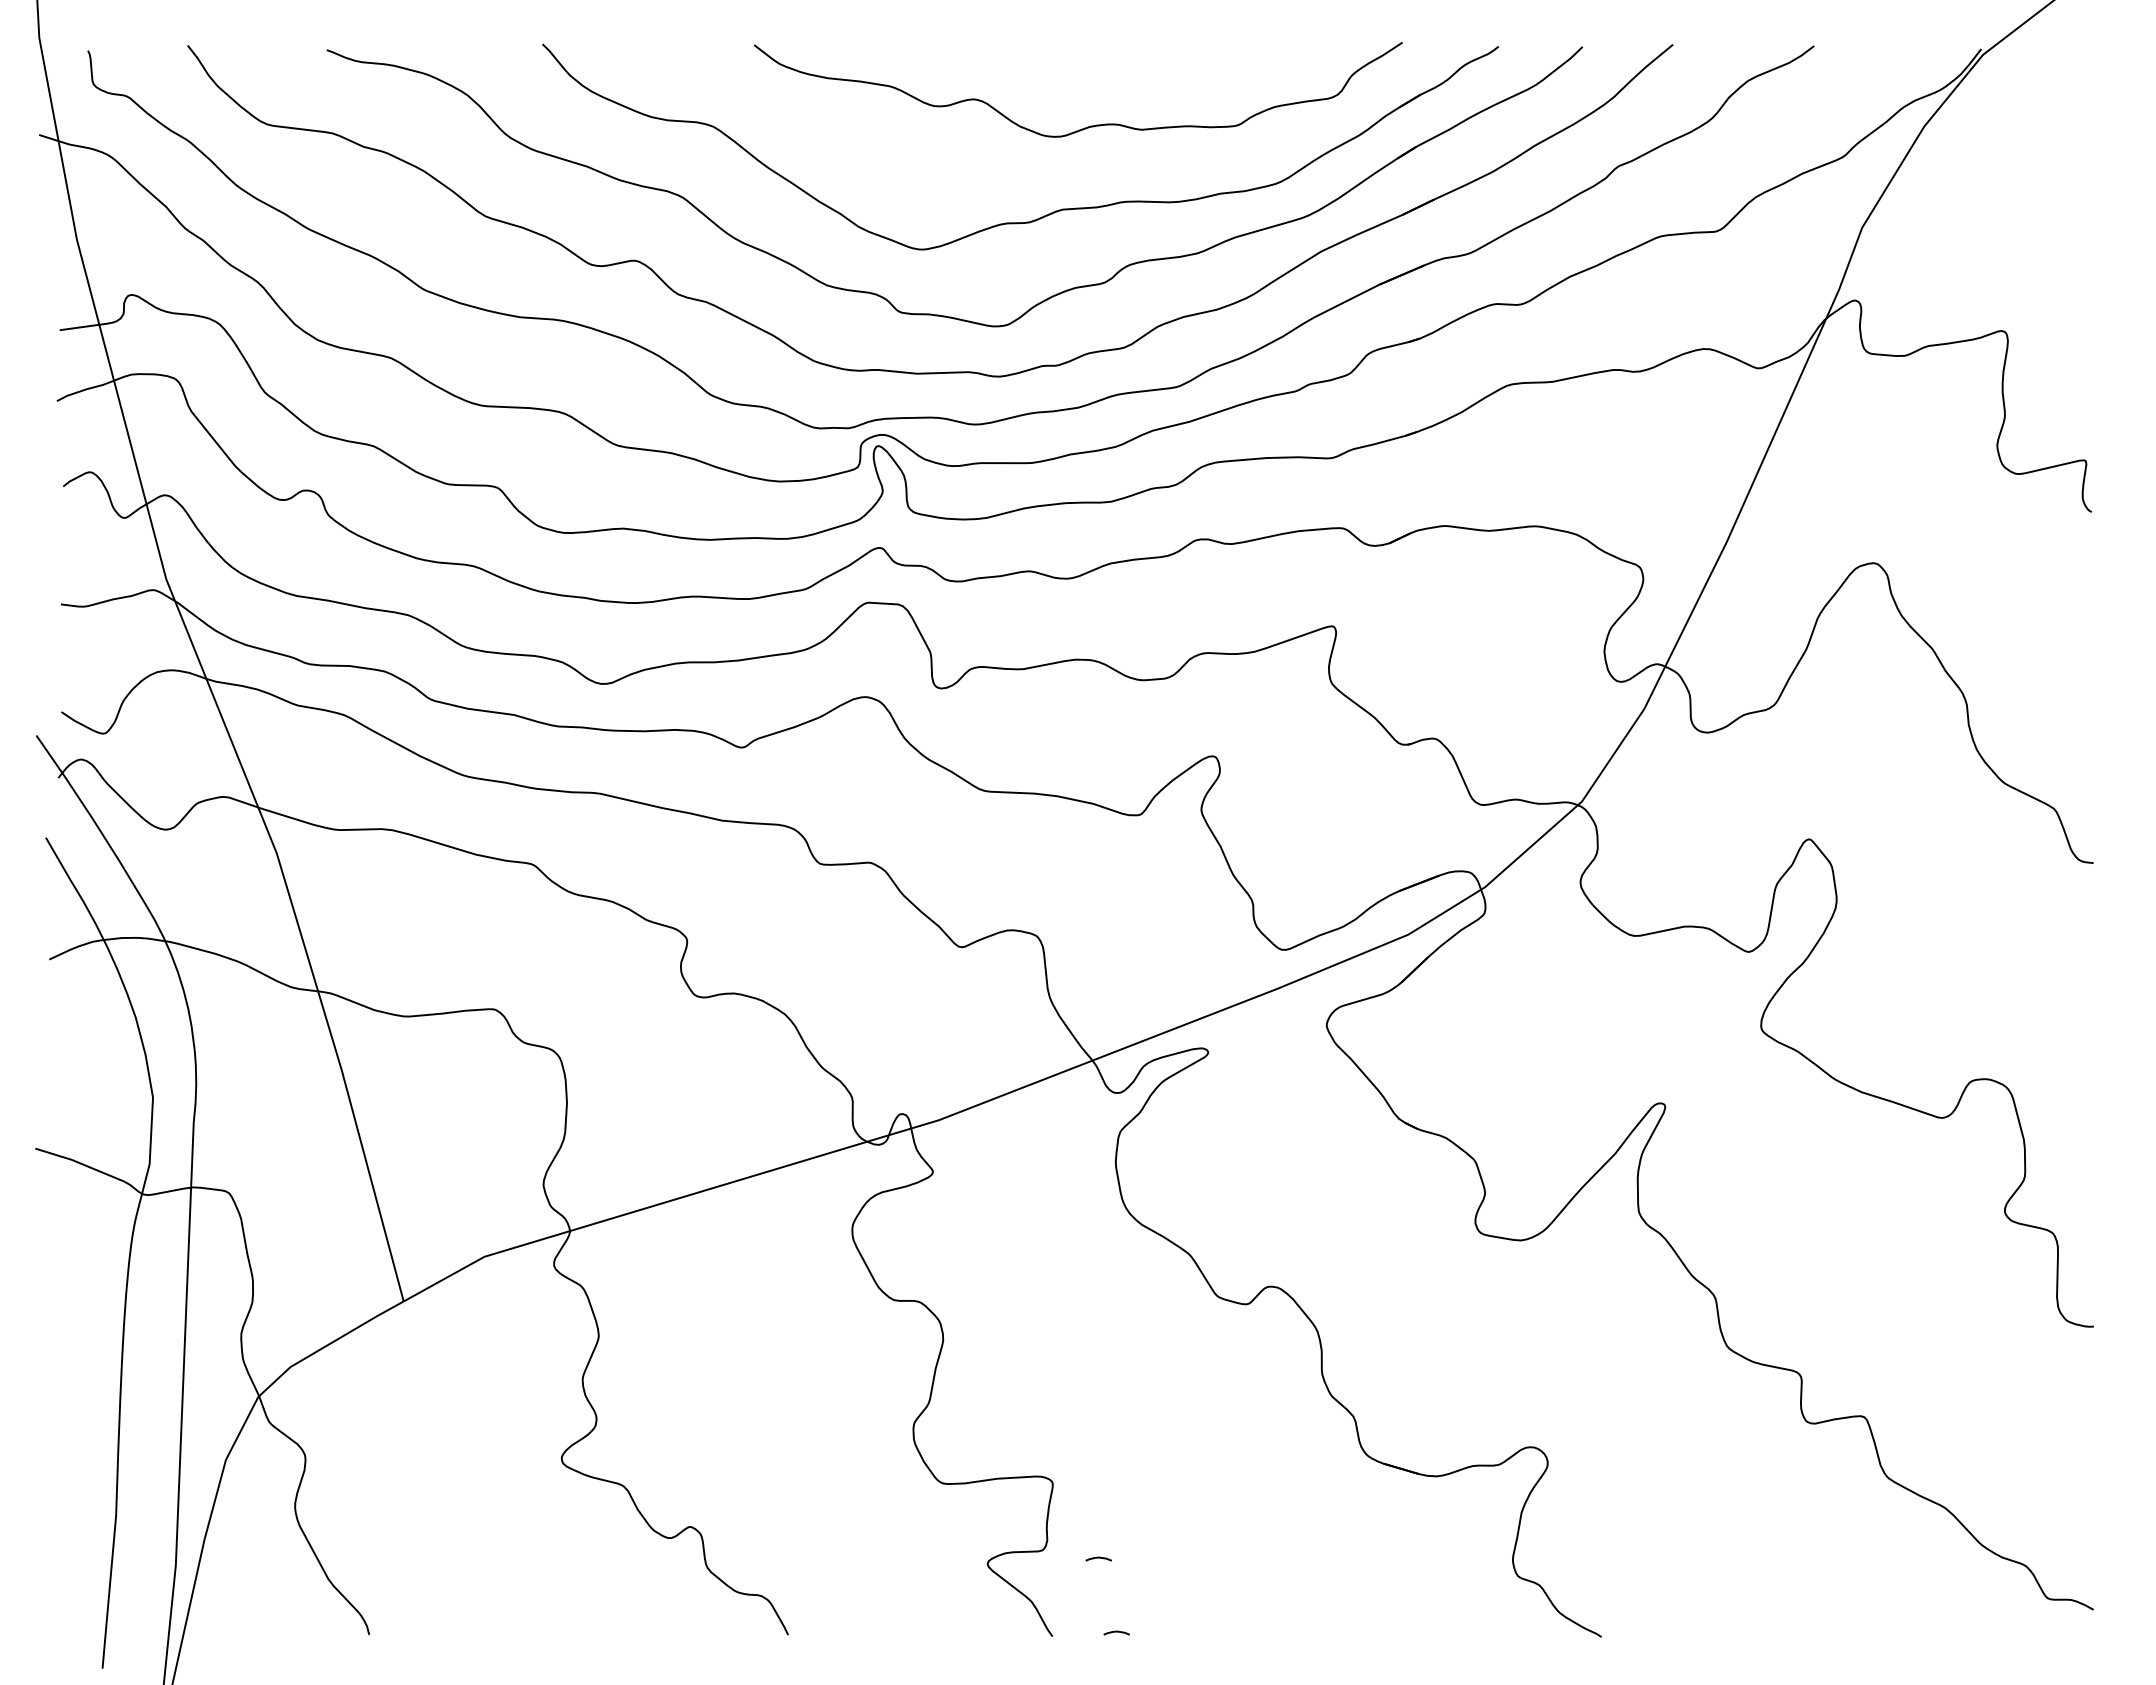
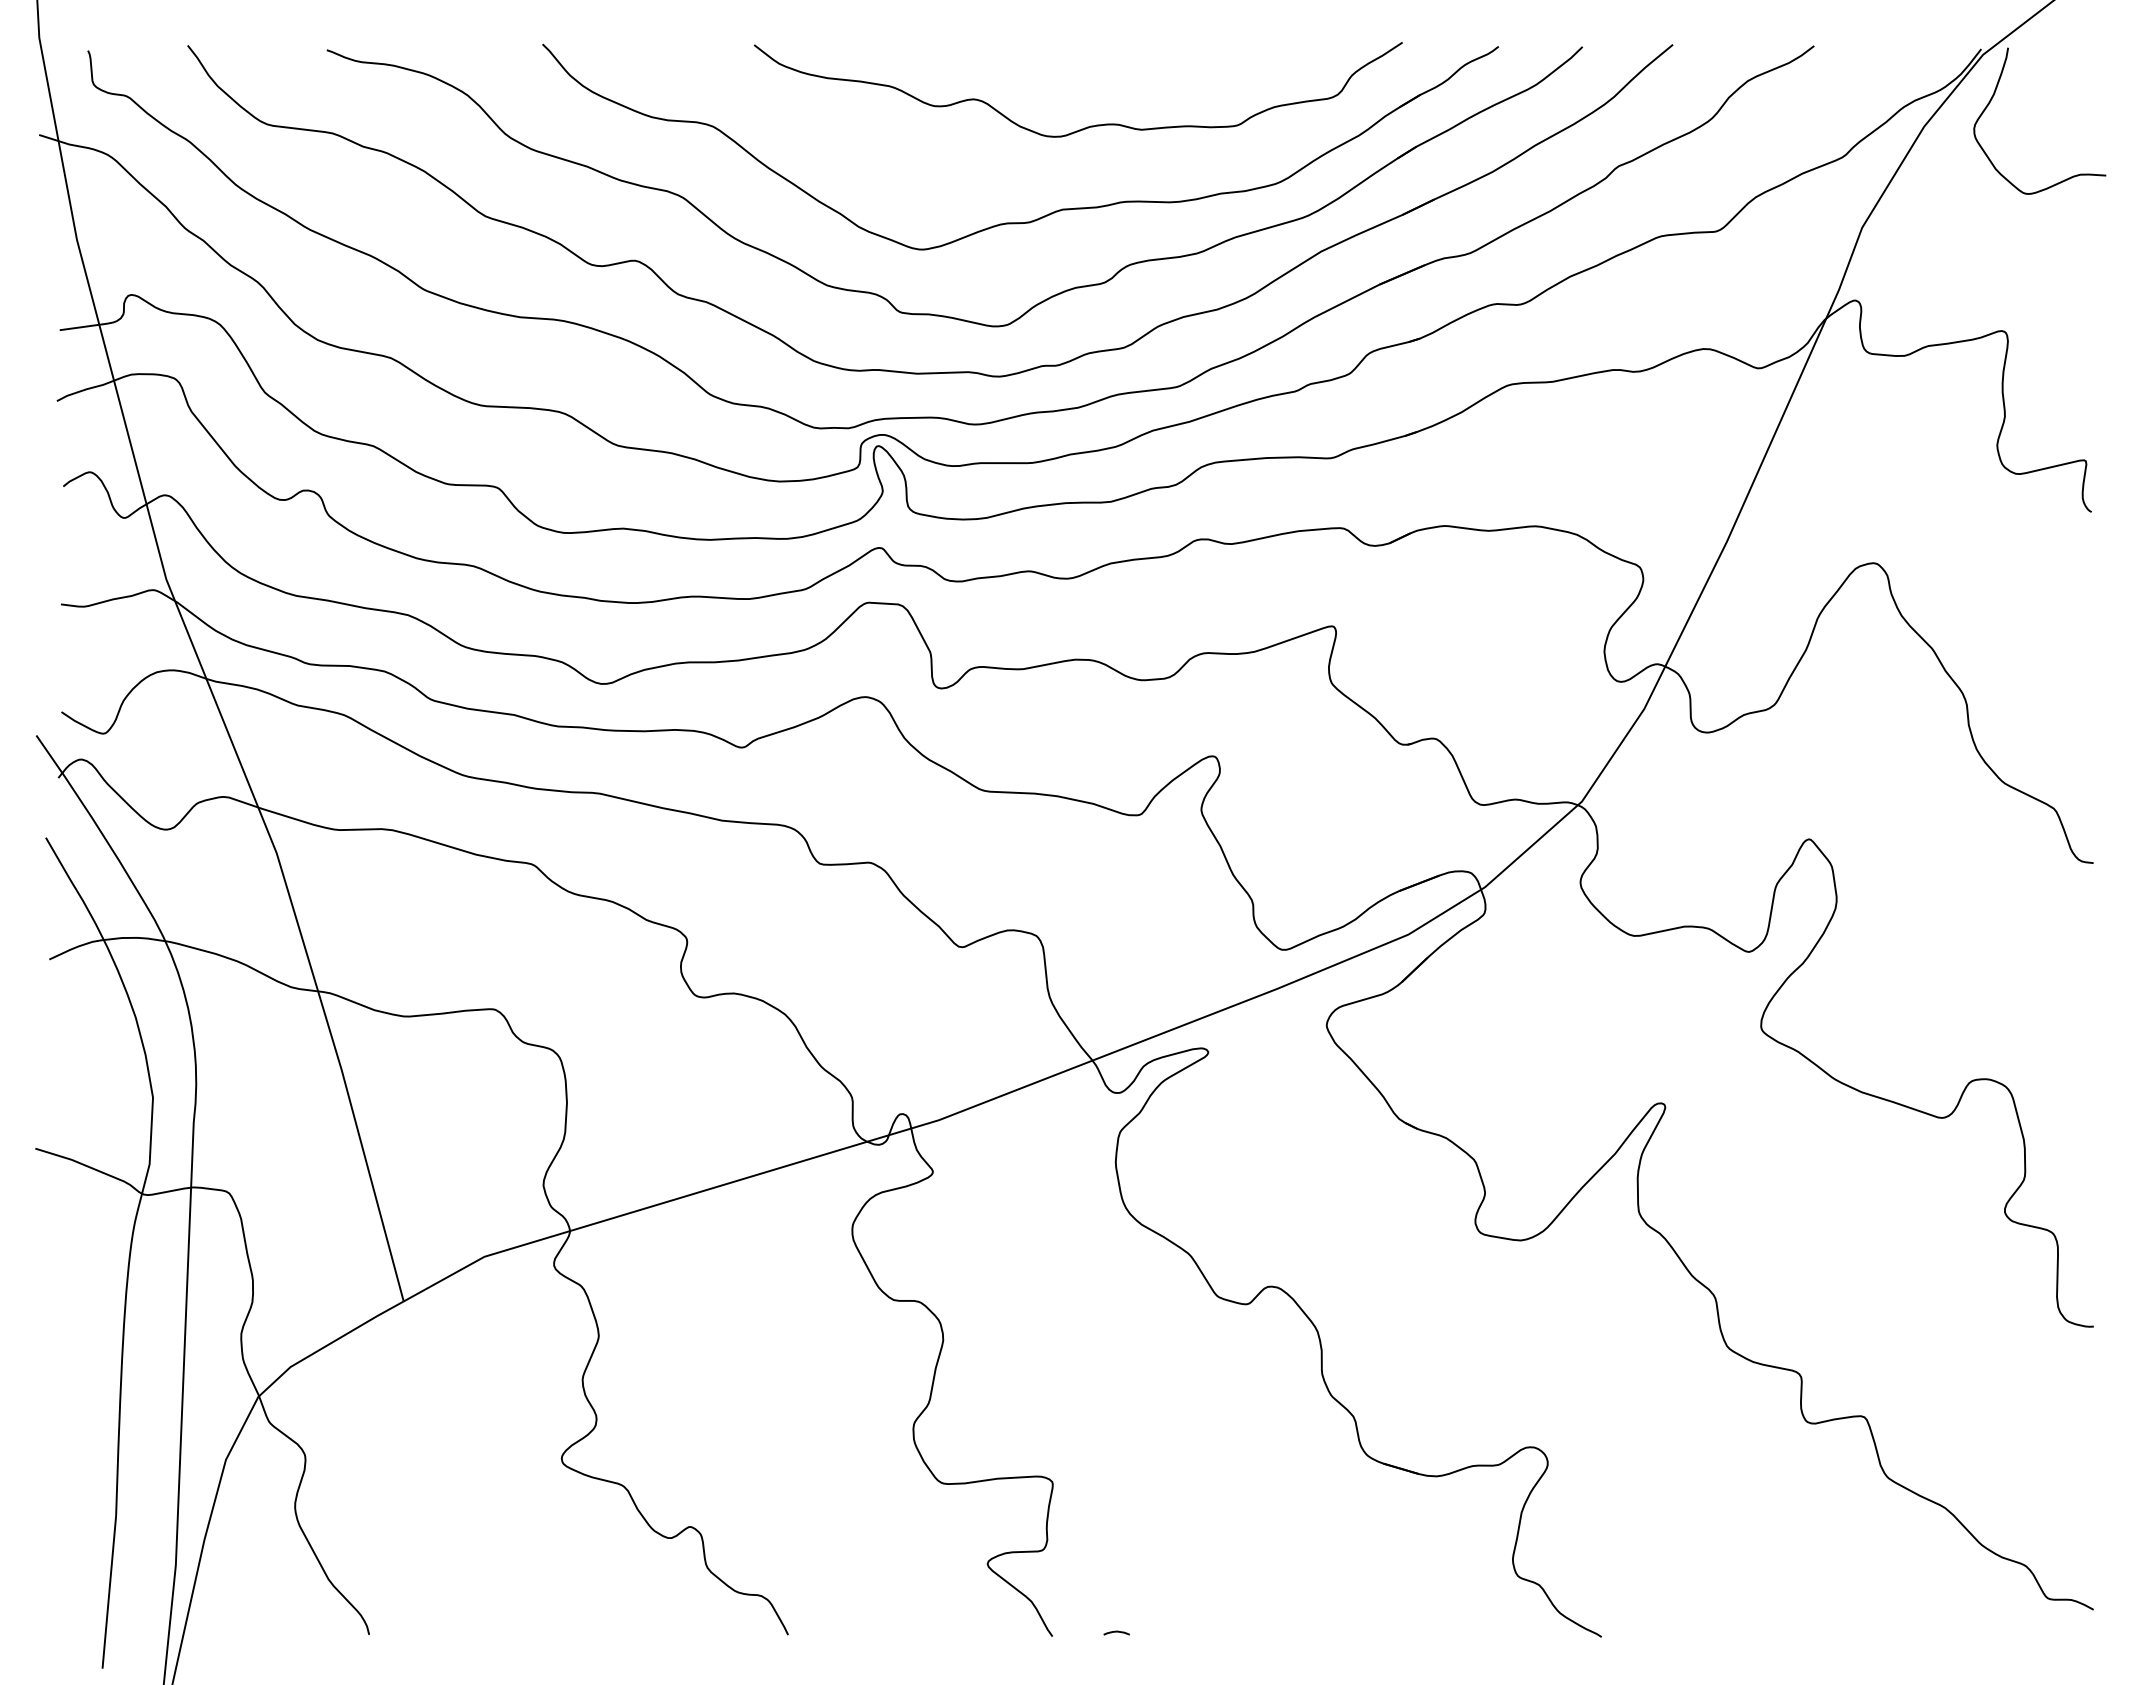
curve at (1993, 97): none -> present
curve at (1098, 1558): present -> none
